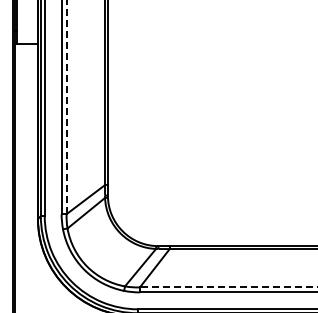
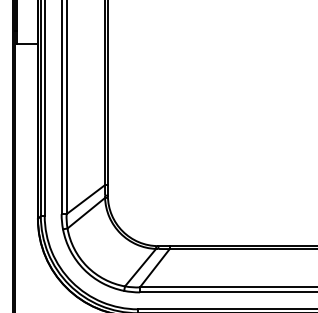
line at (66, 107): dashed -> solid
line at (228, 287): dashed -> solid
